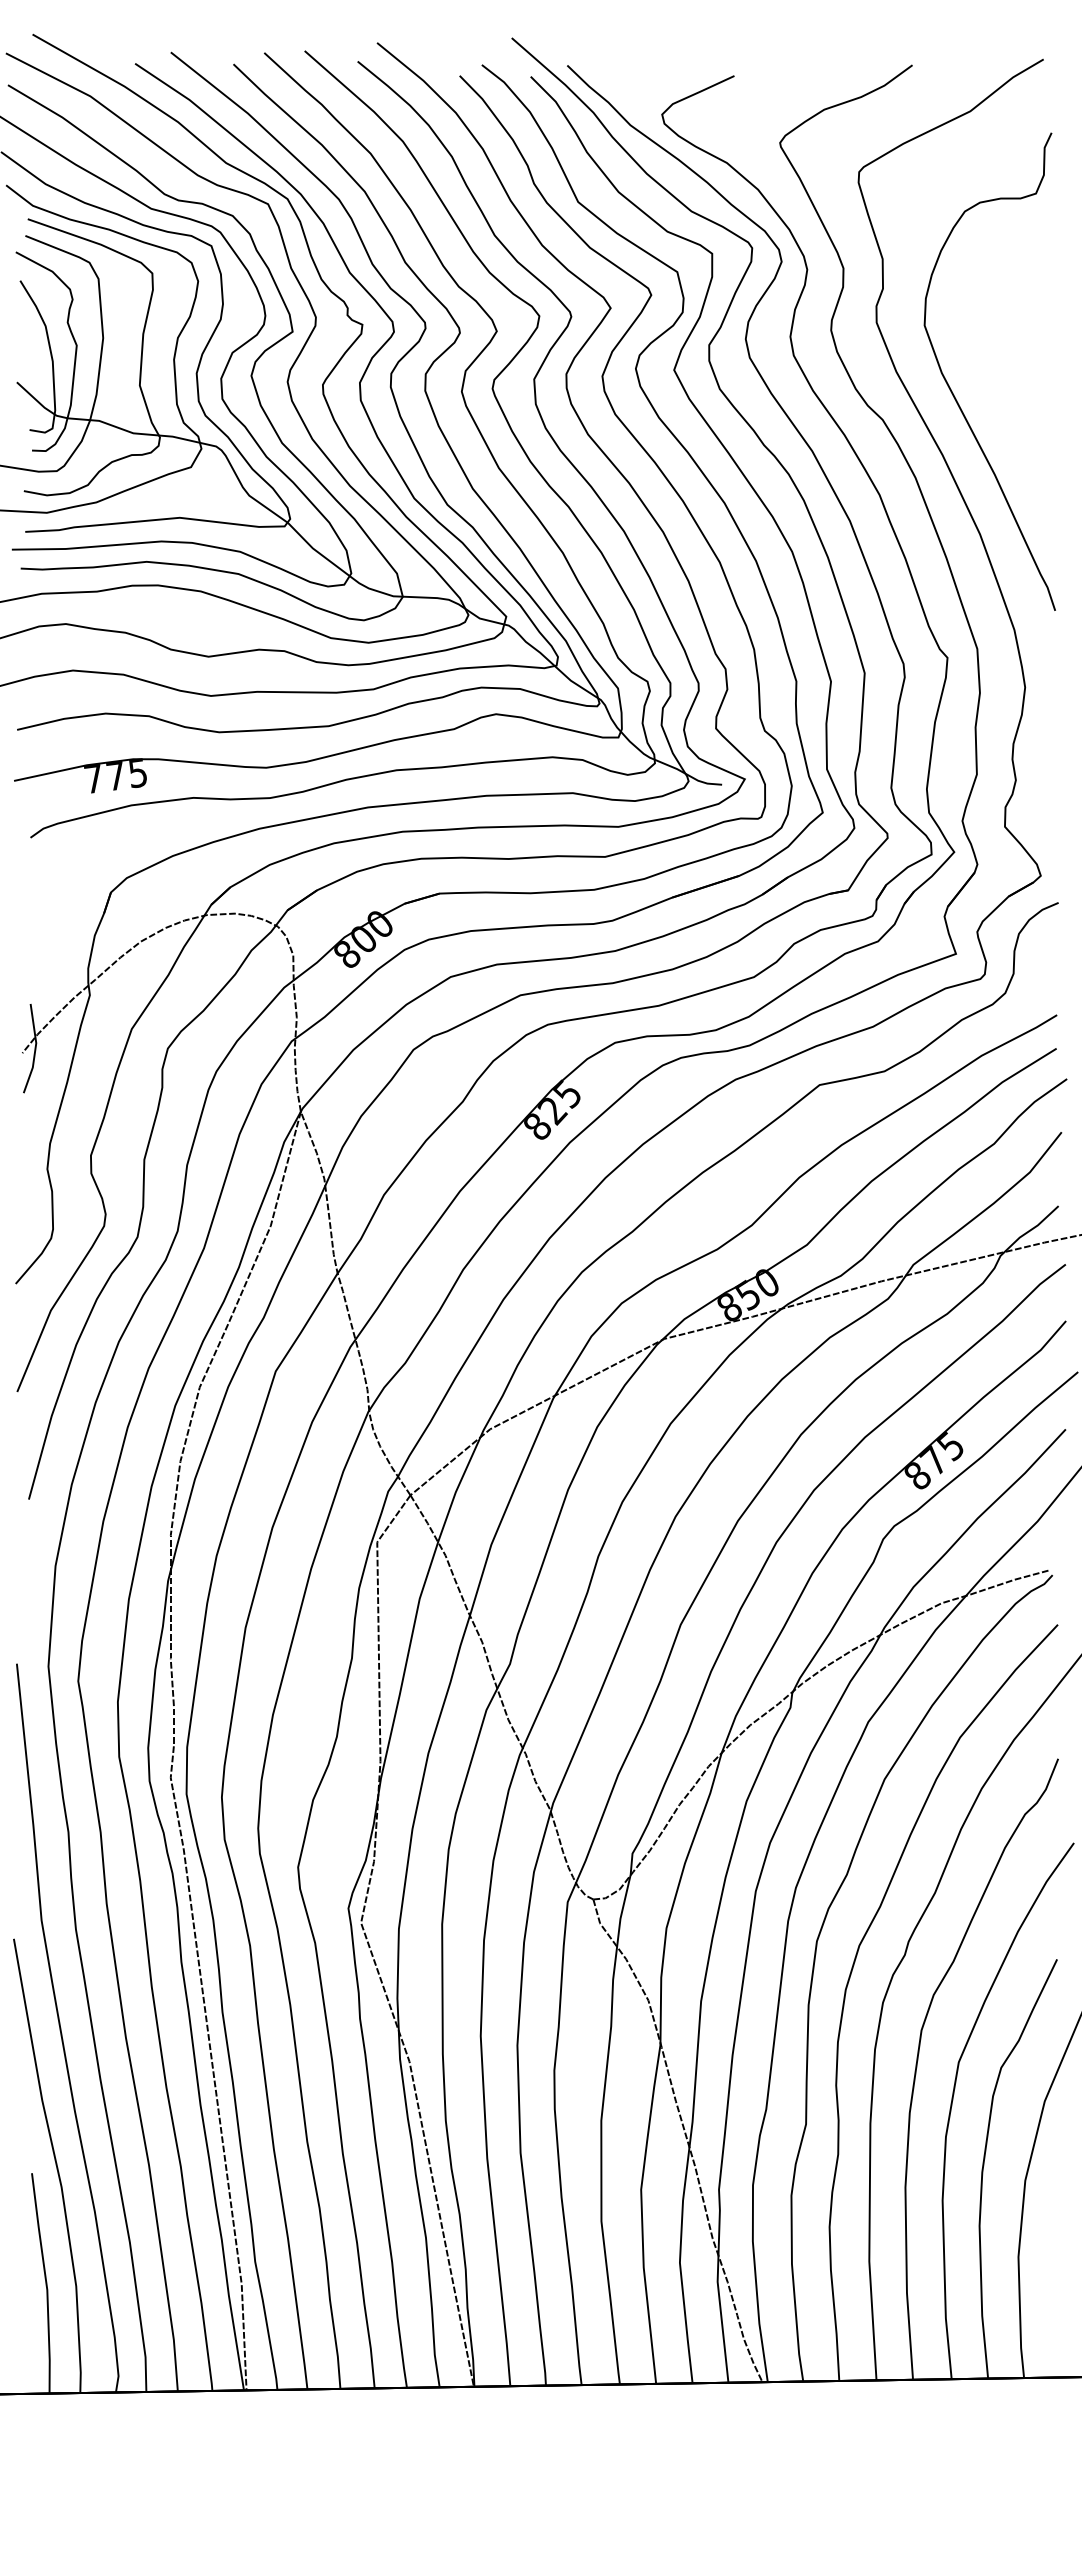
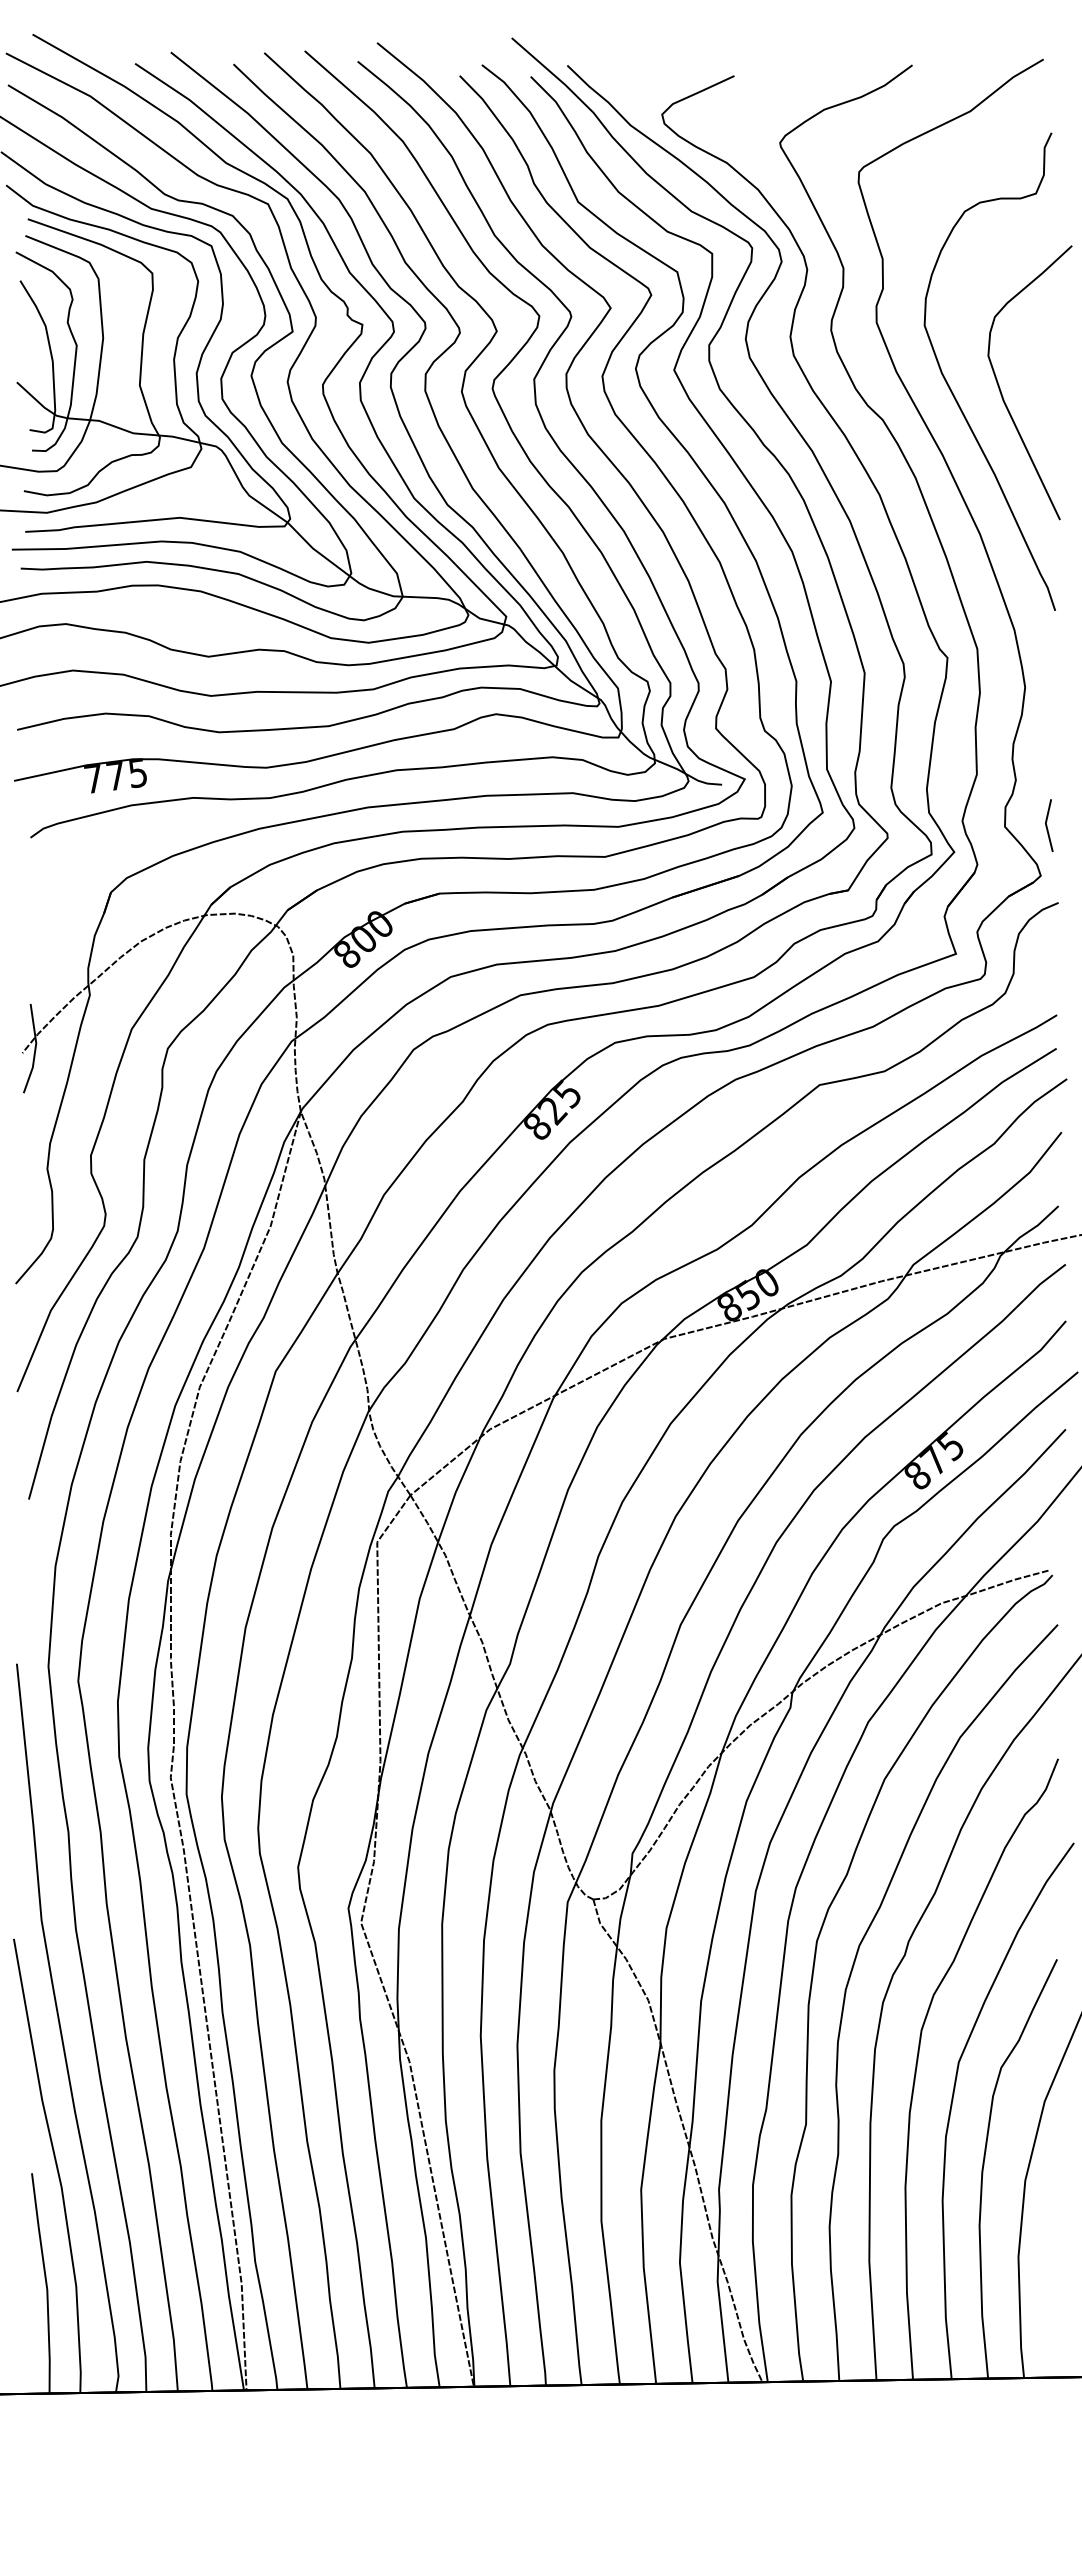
curve at (1001, 390): none -> present
line at (1047, 825): none -> present
